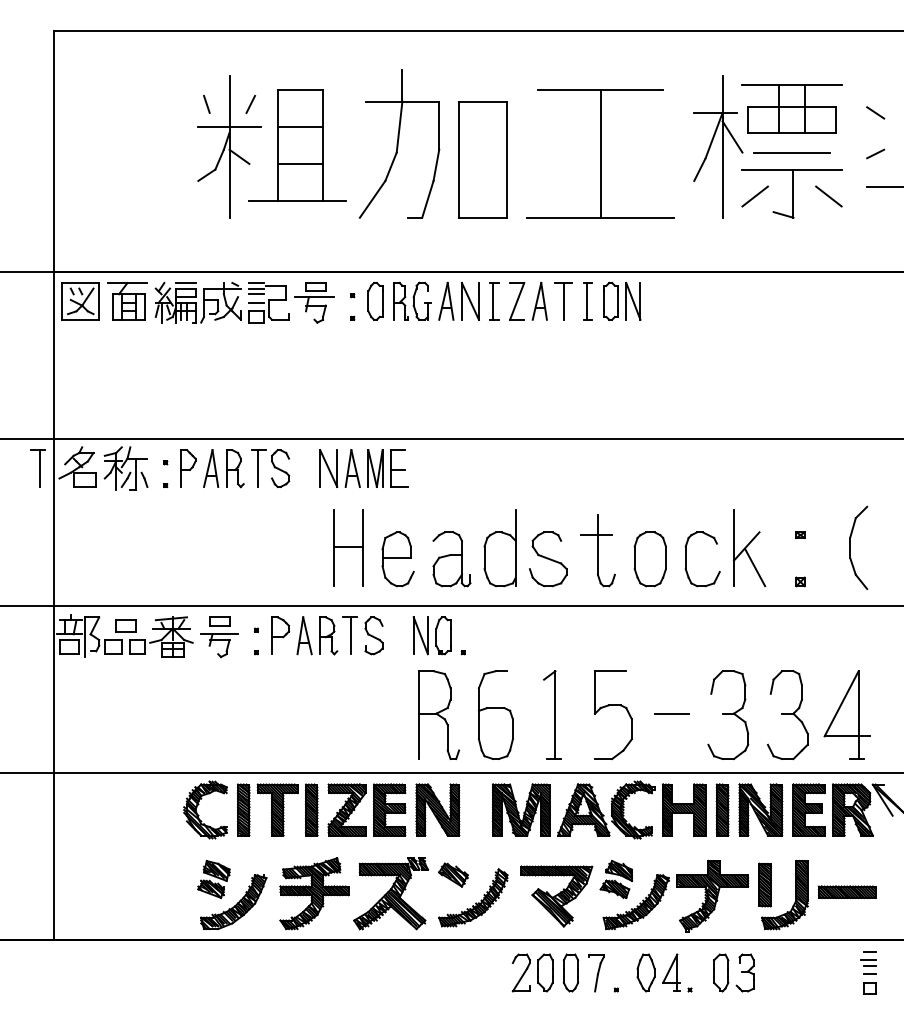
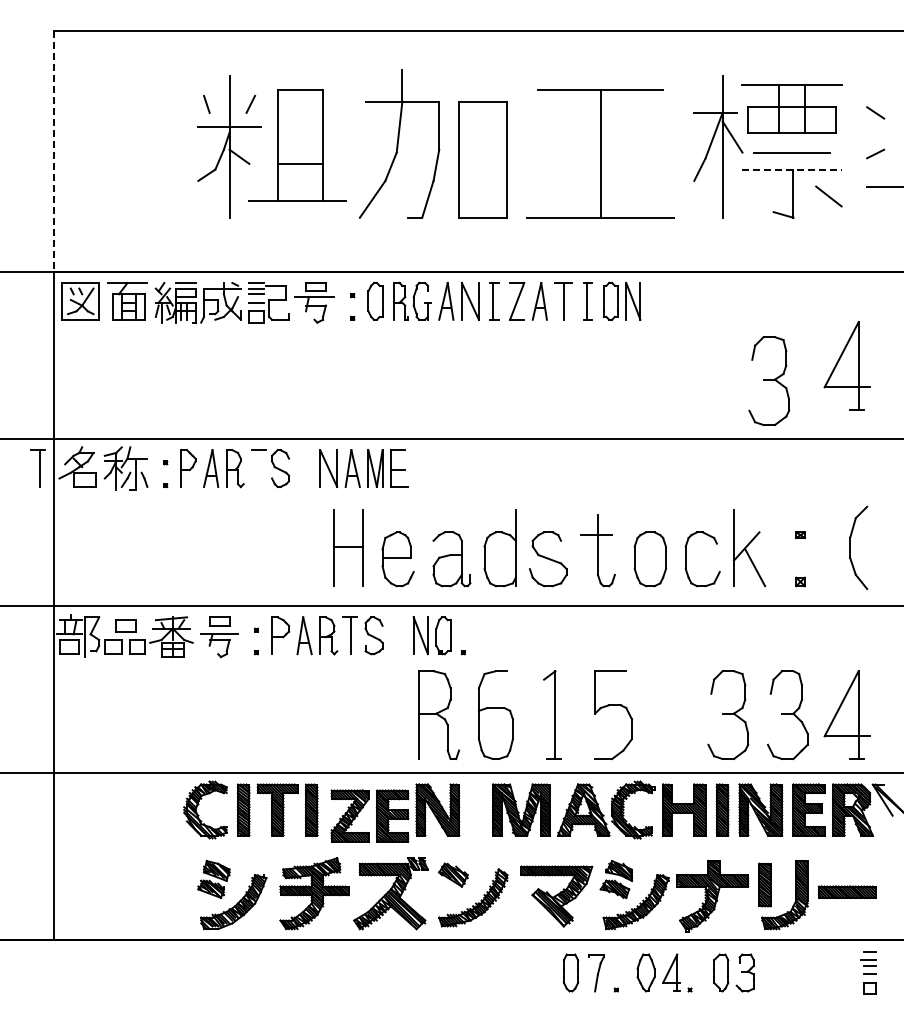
line at (300, 127): present -> none
line at (53, 151): solid -> dashed
line at (792, 169): solid -> dashed
line at (754, 196): present -> none
part at (846, 365): none -> present
part at (769, 381): none -> present
line at (257, 468): present -> none
line at (671, 713): present -> none
part at (373, 809) position: (373, 809) -> (376, 815)
part at (532, 972): present -> none
